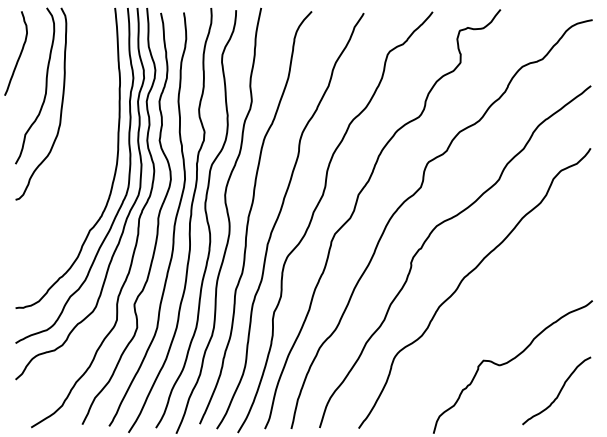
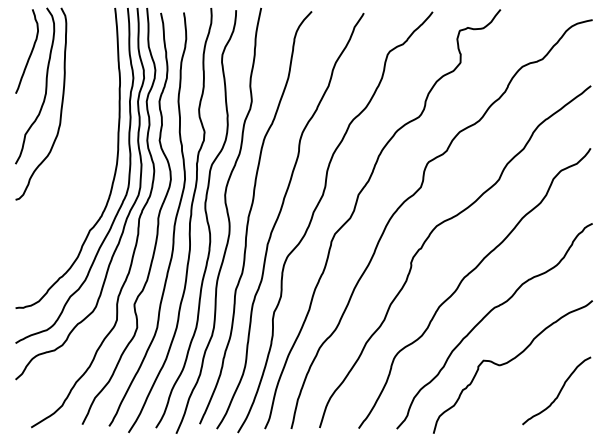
curve at (19, 54) position: (19, 54) -> (30, 52)
curve at (485, 317): none -> present
